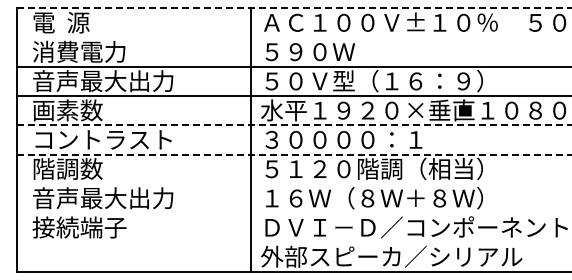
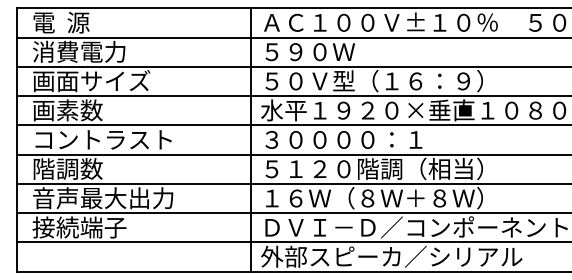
line at (294, 8): dashed -> solid
line at (292, 37): none -> present
text at (103, 81): 音声最大出力 -> 画面サイズ
line at (294, 125): dashed -> solid
line at (294, 154): dashed -> solid
line at (292, 183): none -> present
line at (292, 213): none -> present
line at (292, 242): none -> present
